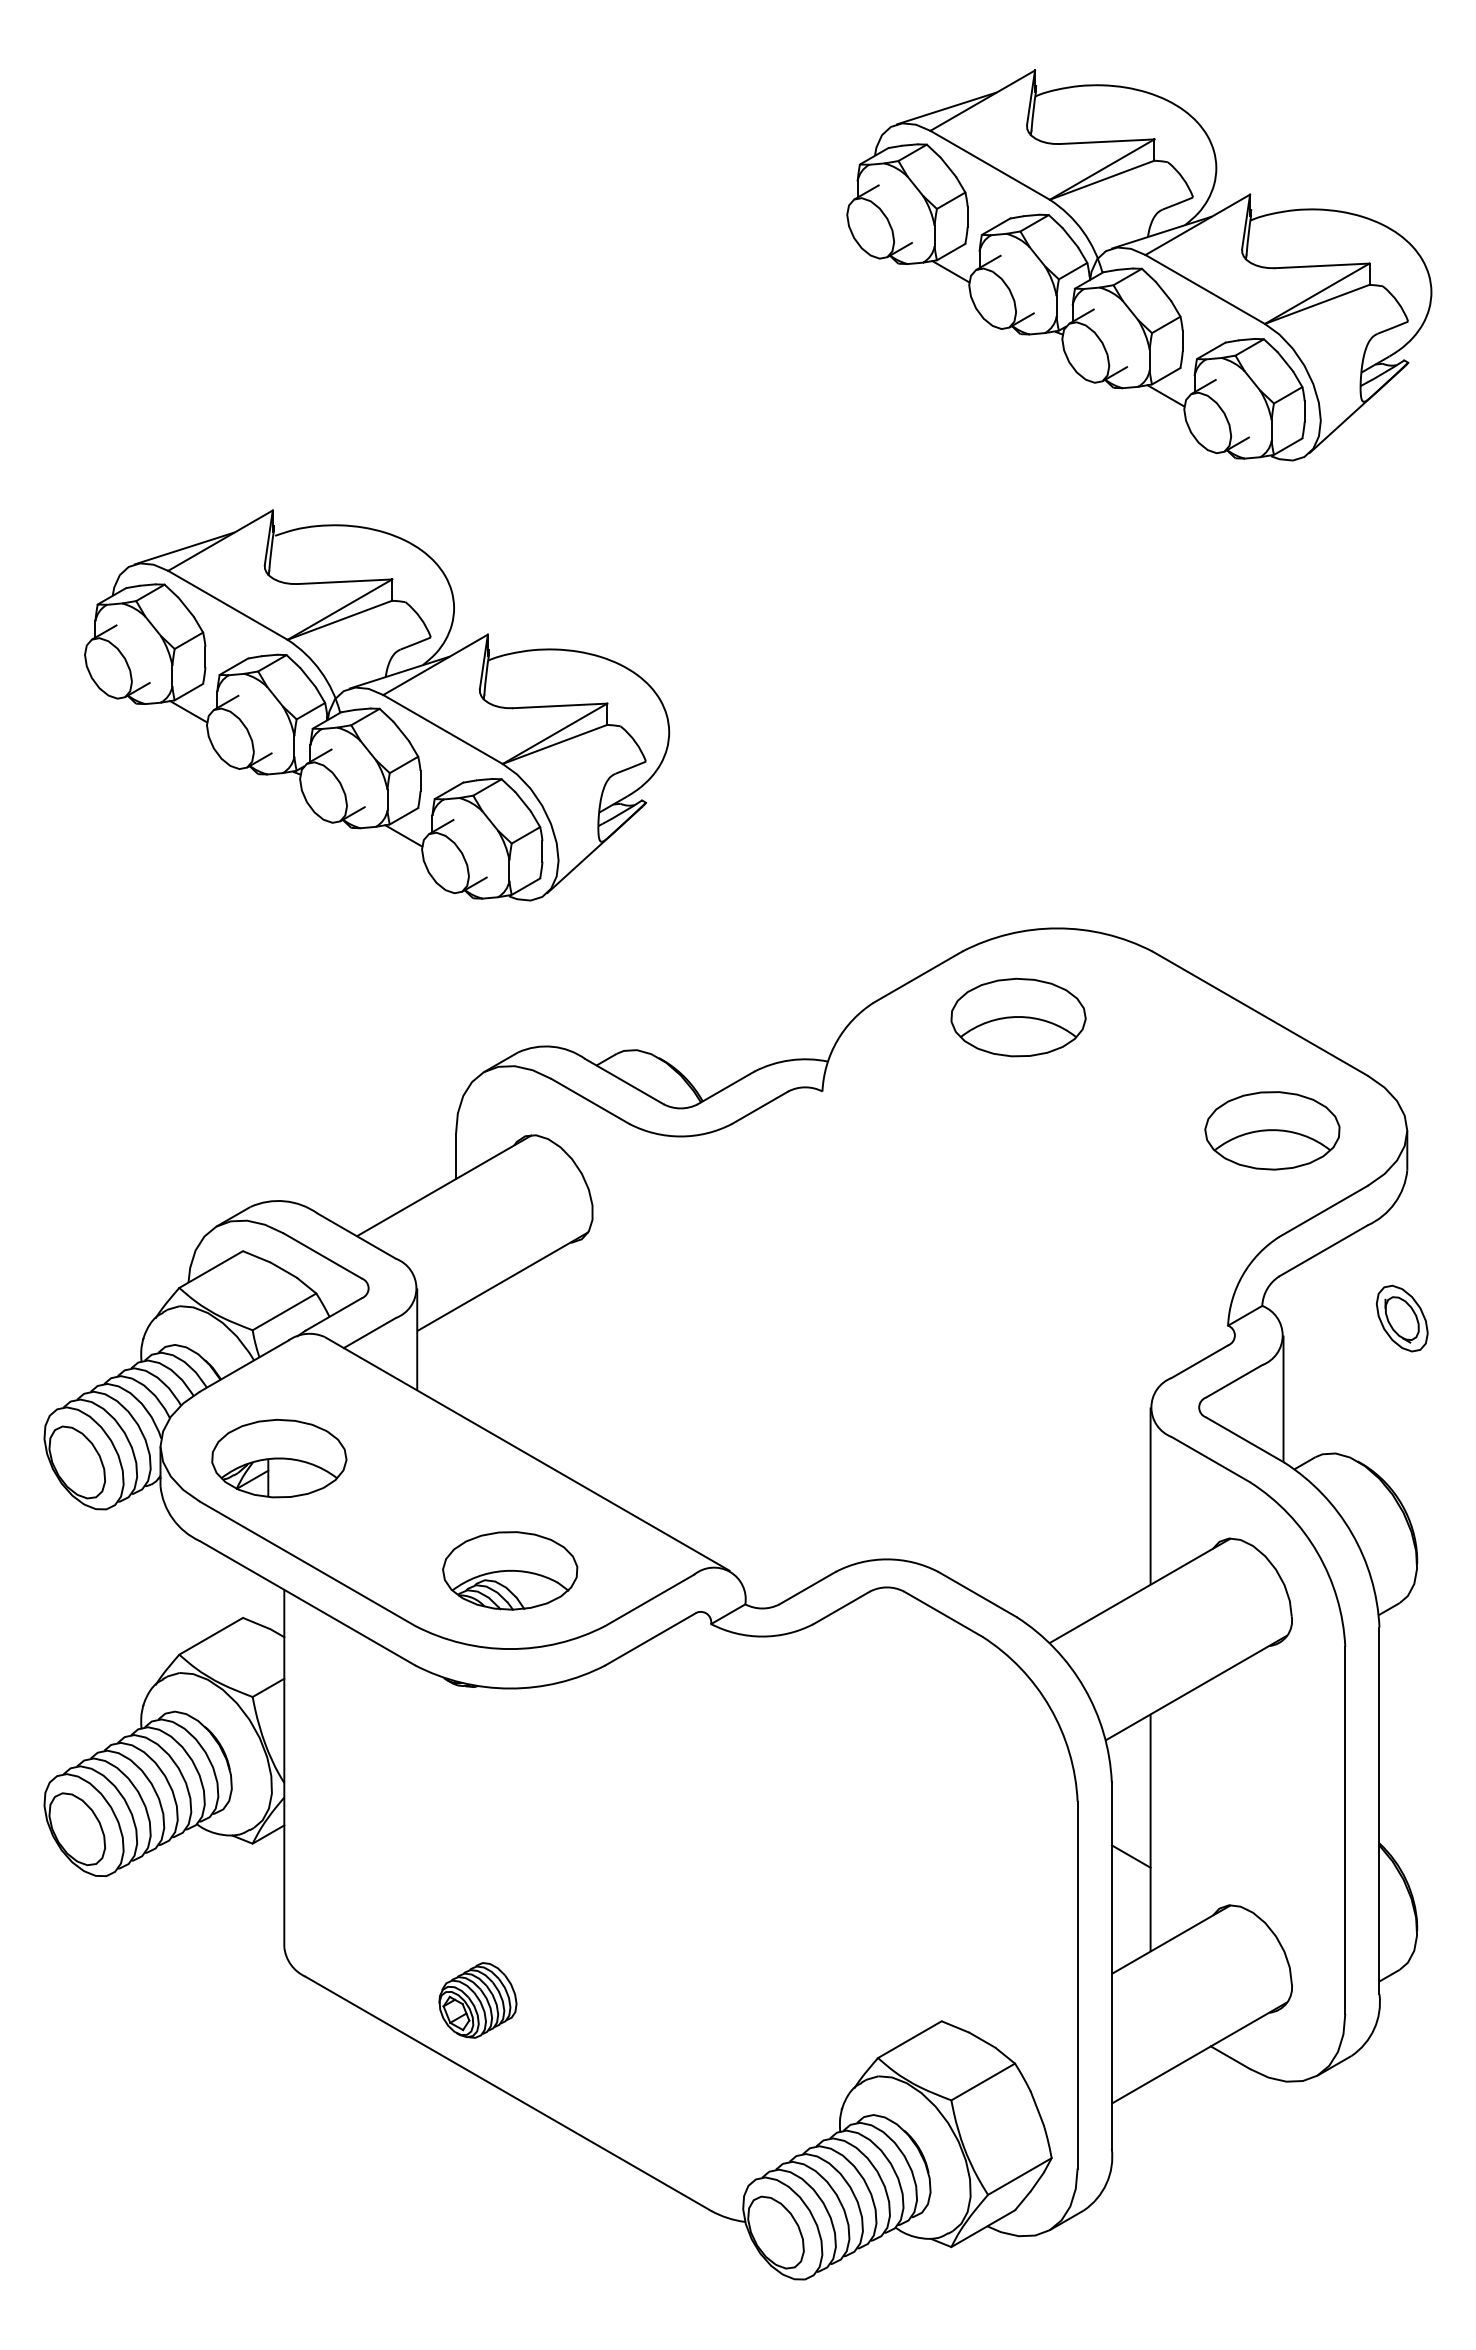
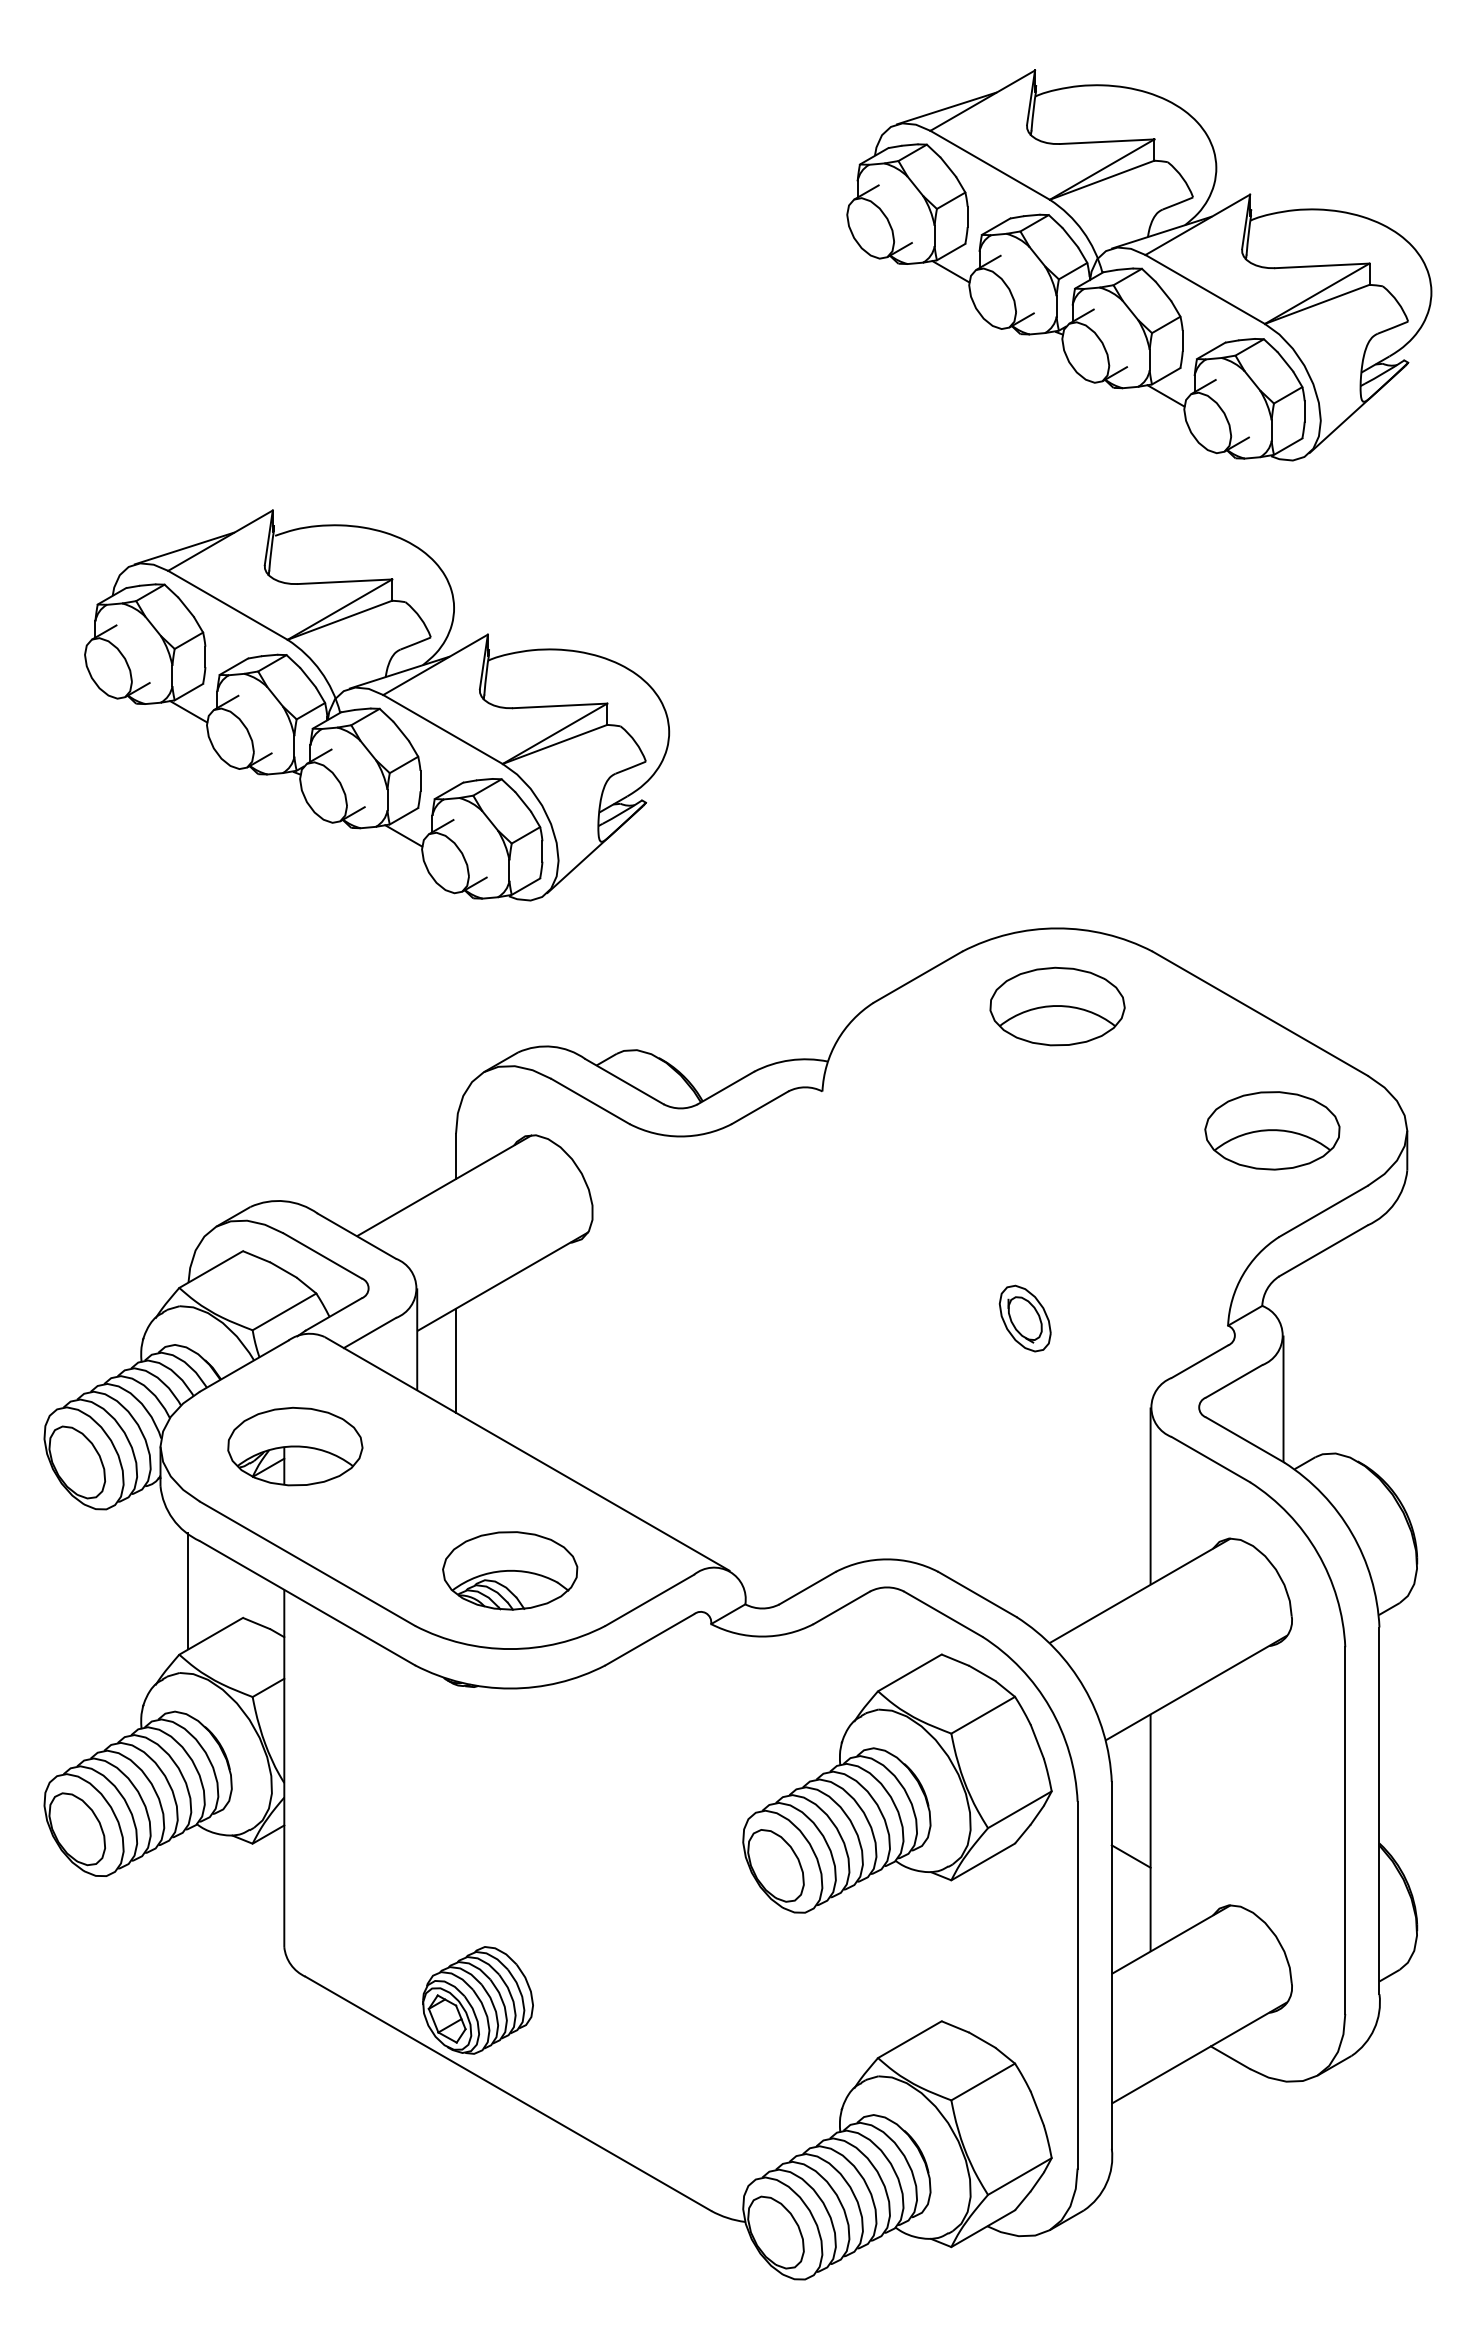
part at (1018, 1017) position: (1018, 1017) -> (1057, 1006)
part at (1401, 1318) position: (1401, 1318) -> (1024, 1318)
line at (456, 1360): none -> present
part at (279, 1458) position: (279, 1458) -> (295, 1446)
line at (188, 1591): none -> present
part at (897, 1783): none -> present
part at (477, 2000) size: 80x77 px -> 112x109 px
